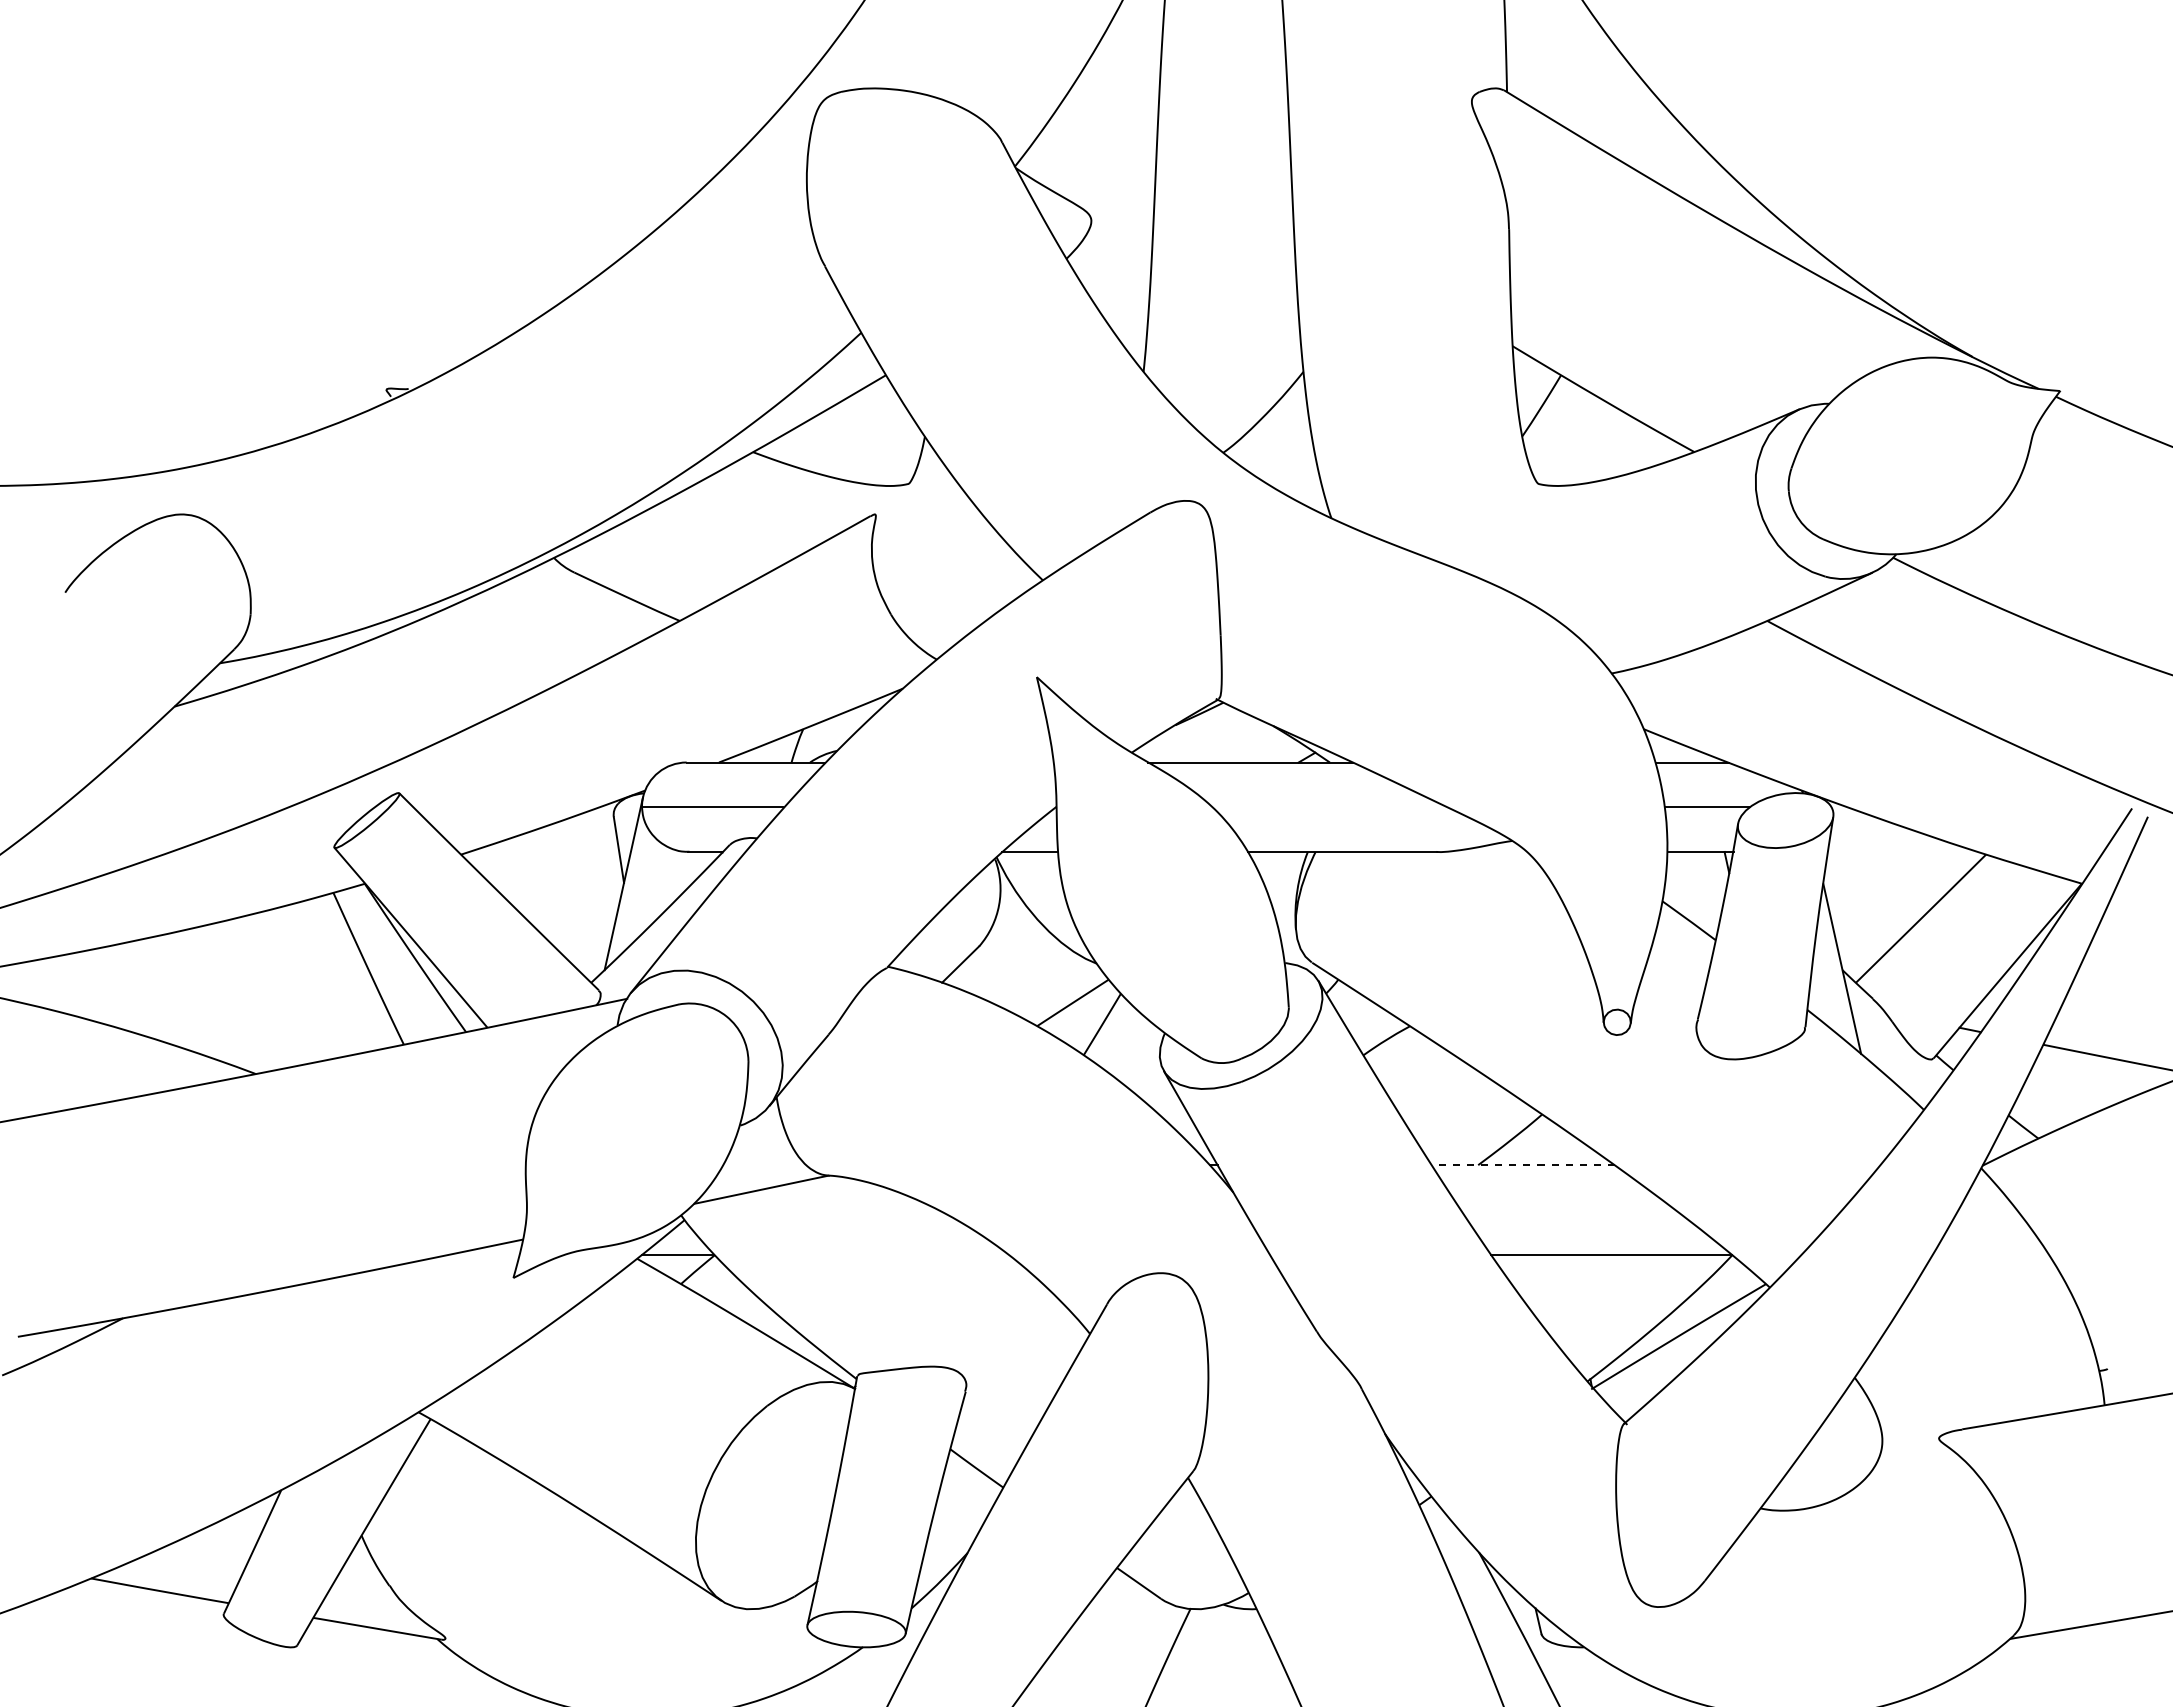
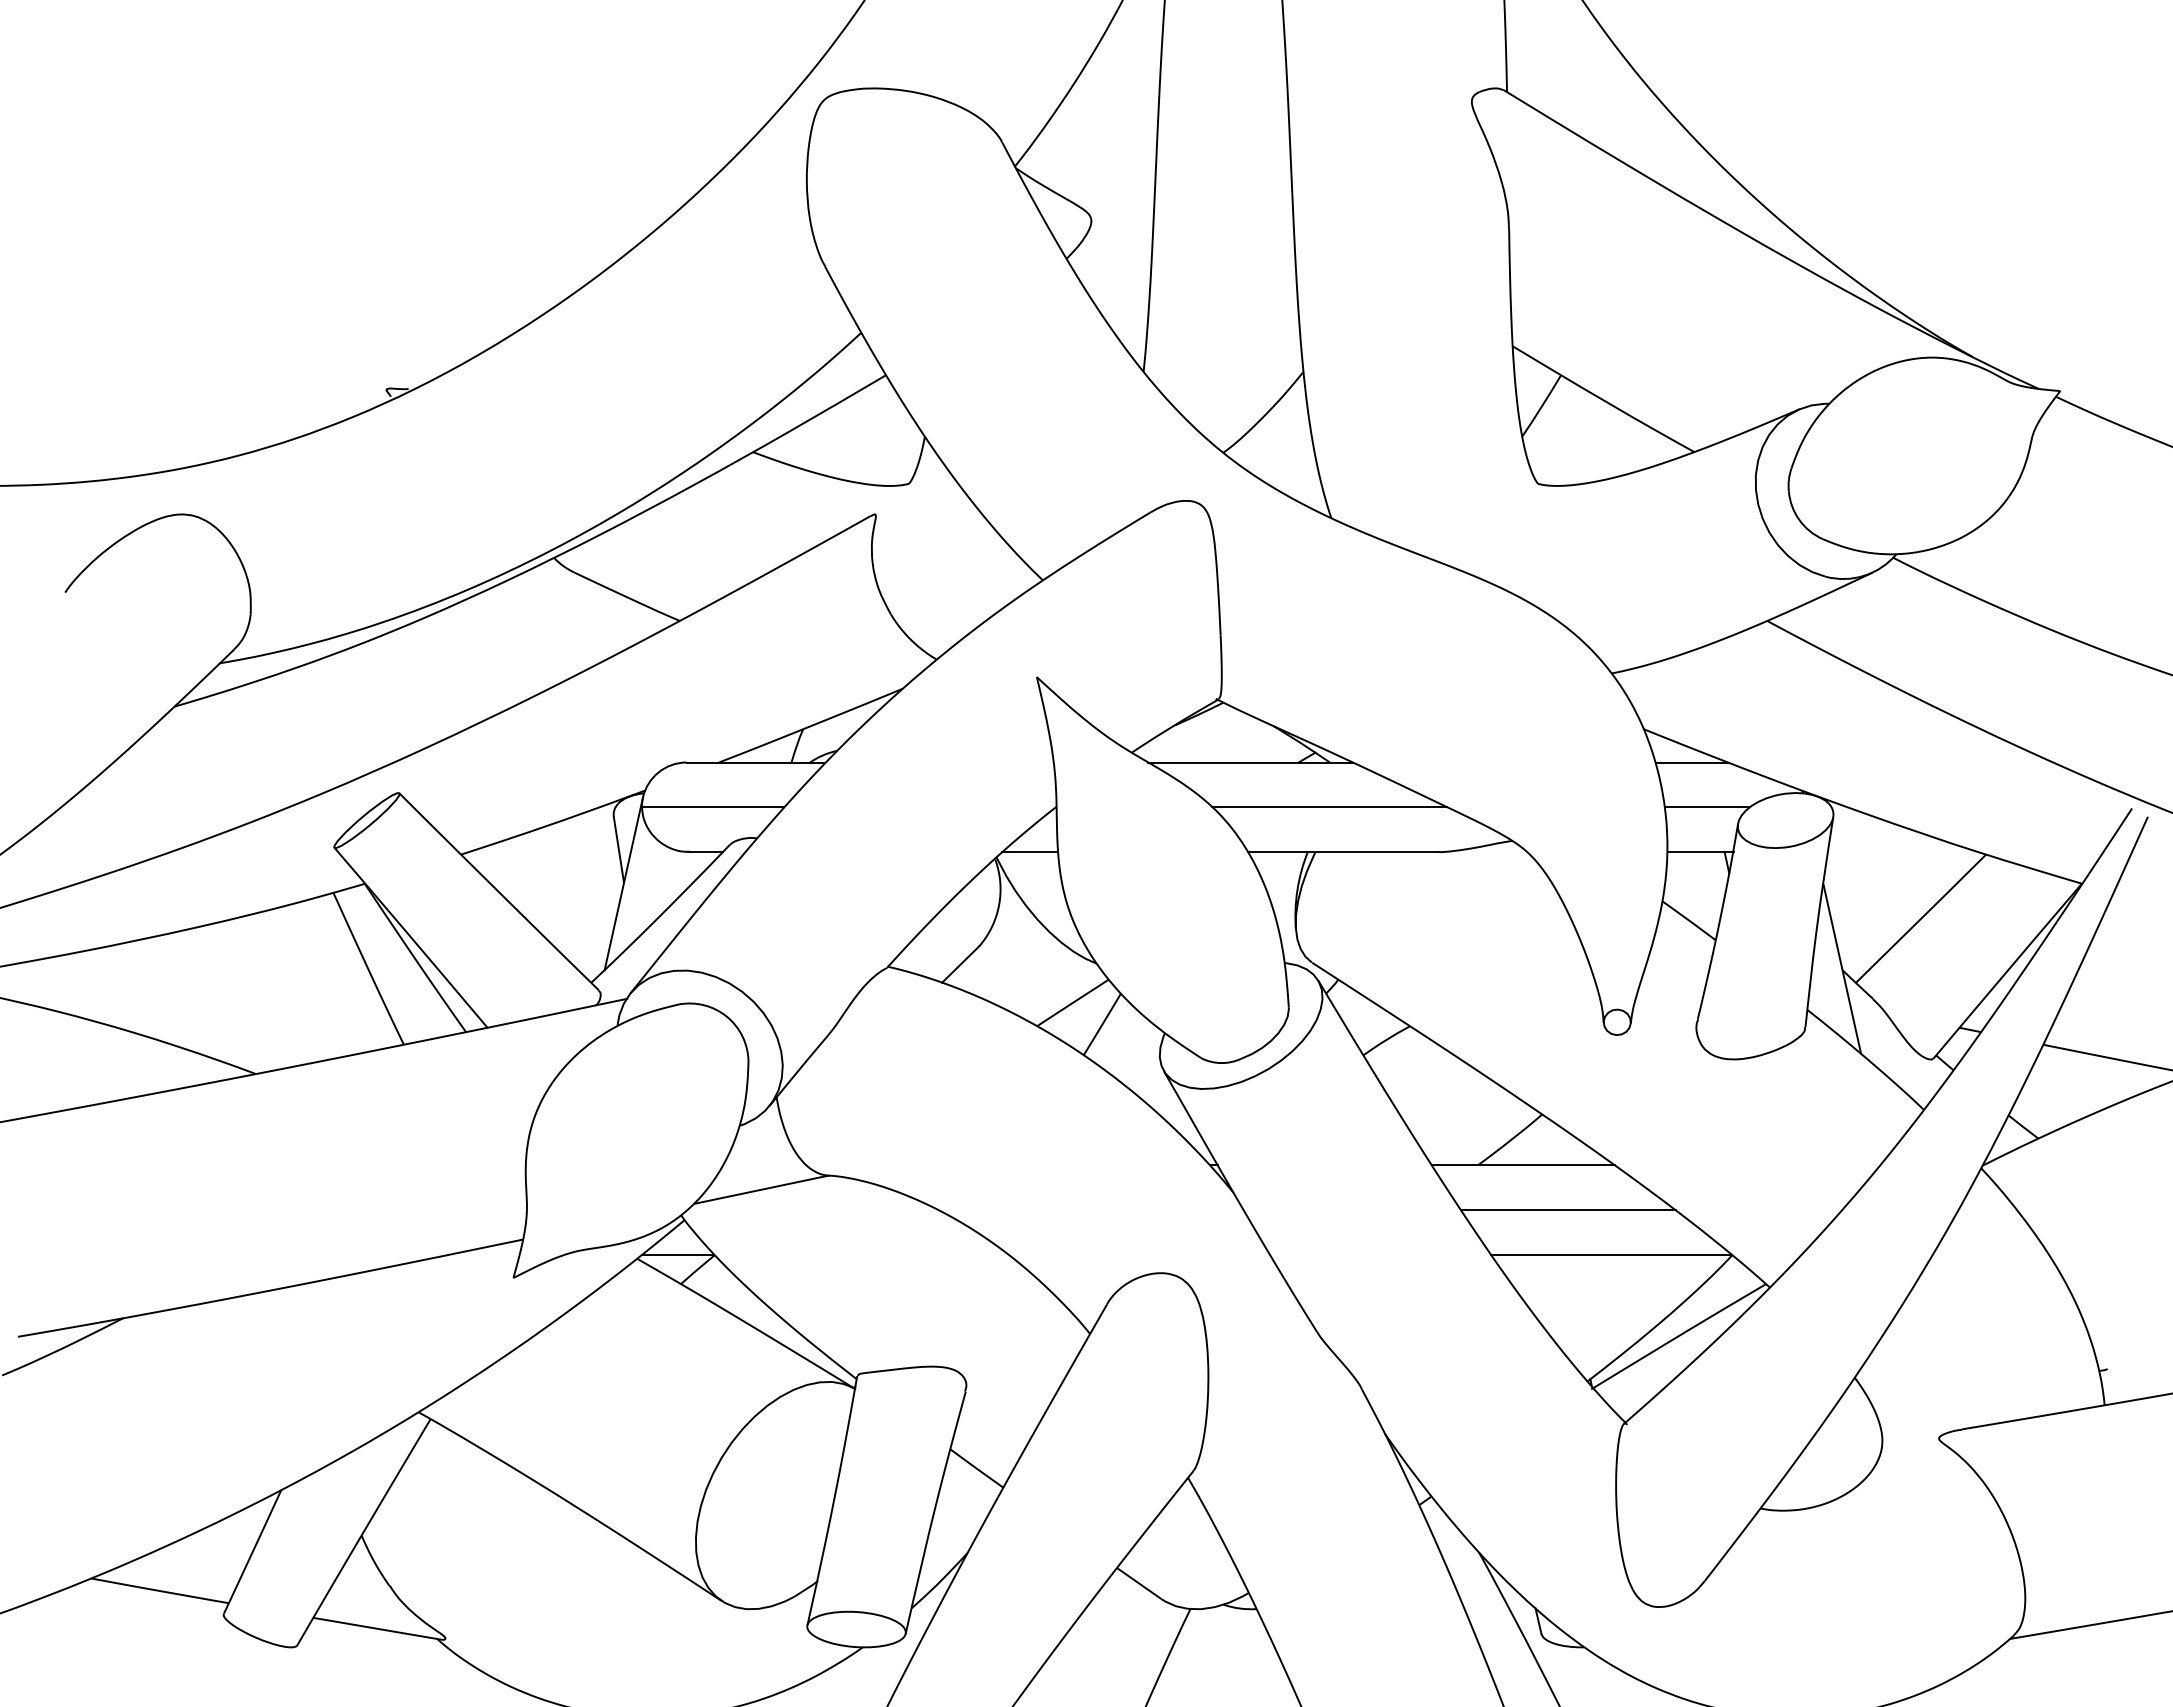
line at (1329, 807): none -> present
line at (1522, 1165): dashed -> solid
line at (1567, 1209): none -> present
